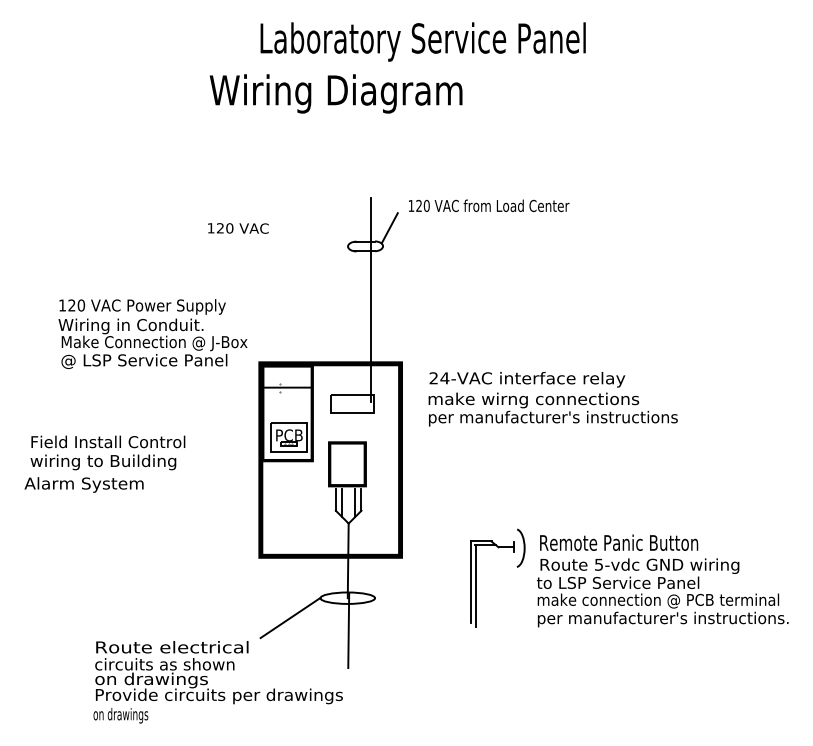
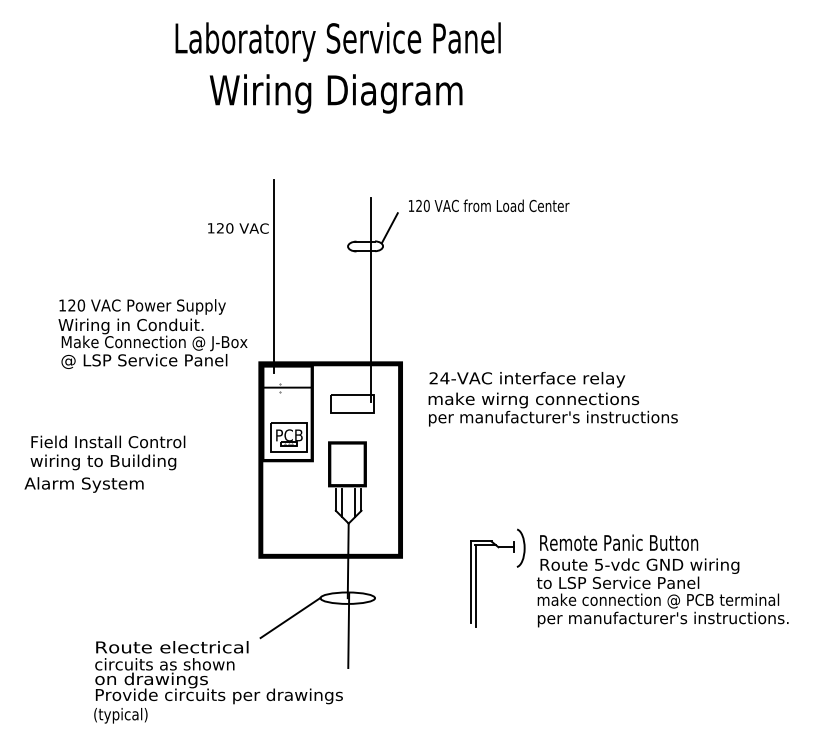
text at (422, 41) position: (422, 41) -> (337, 41)
line at (274, 275): none -> present
text at (120, 715): on drawings -> (typical)
